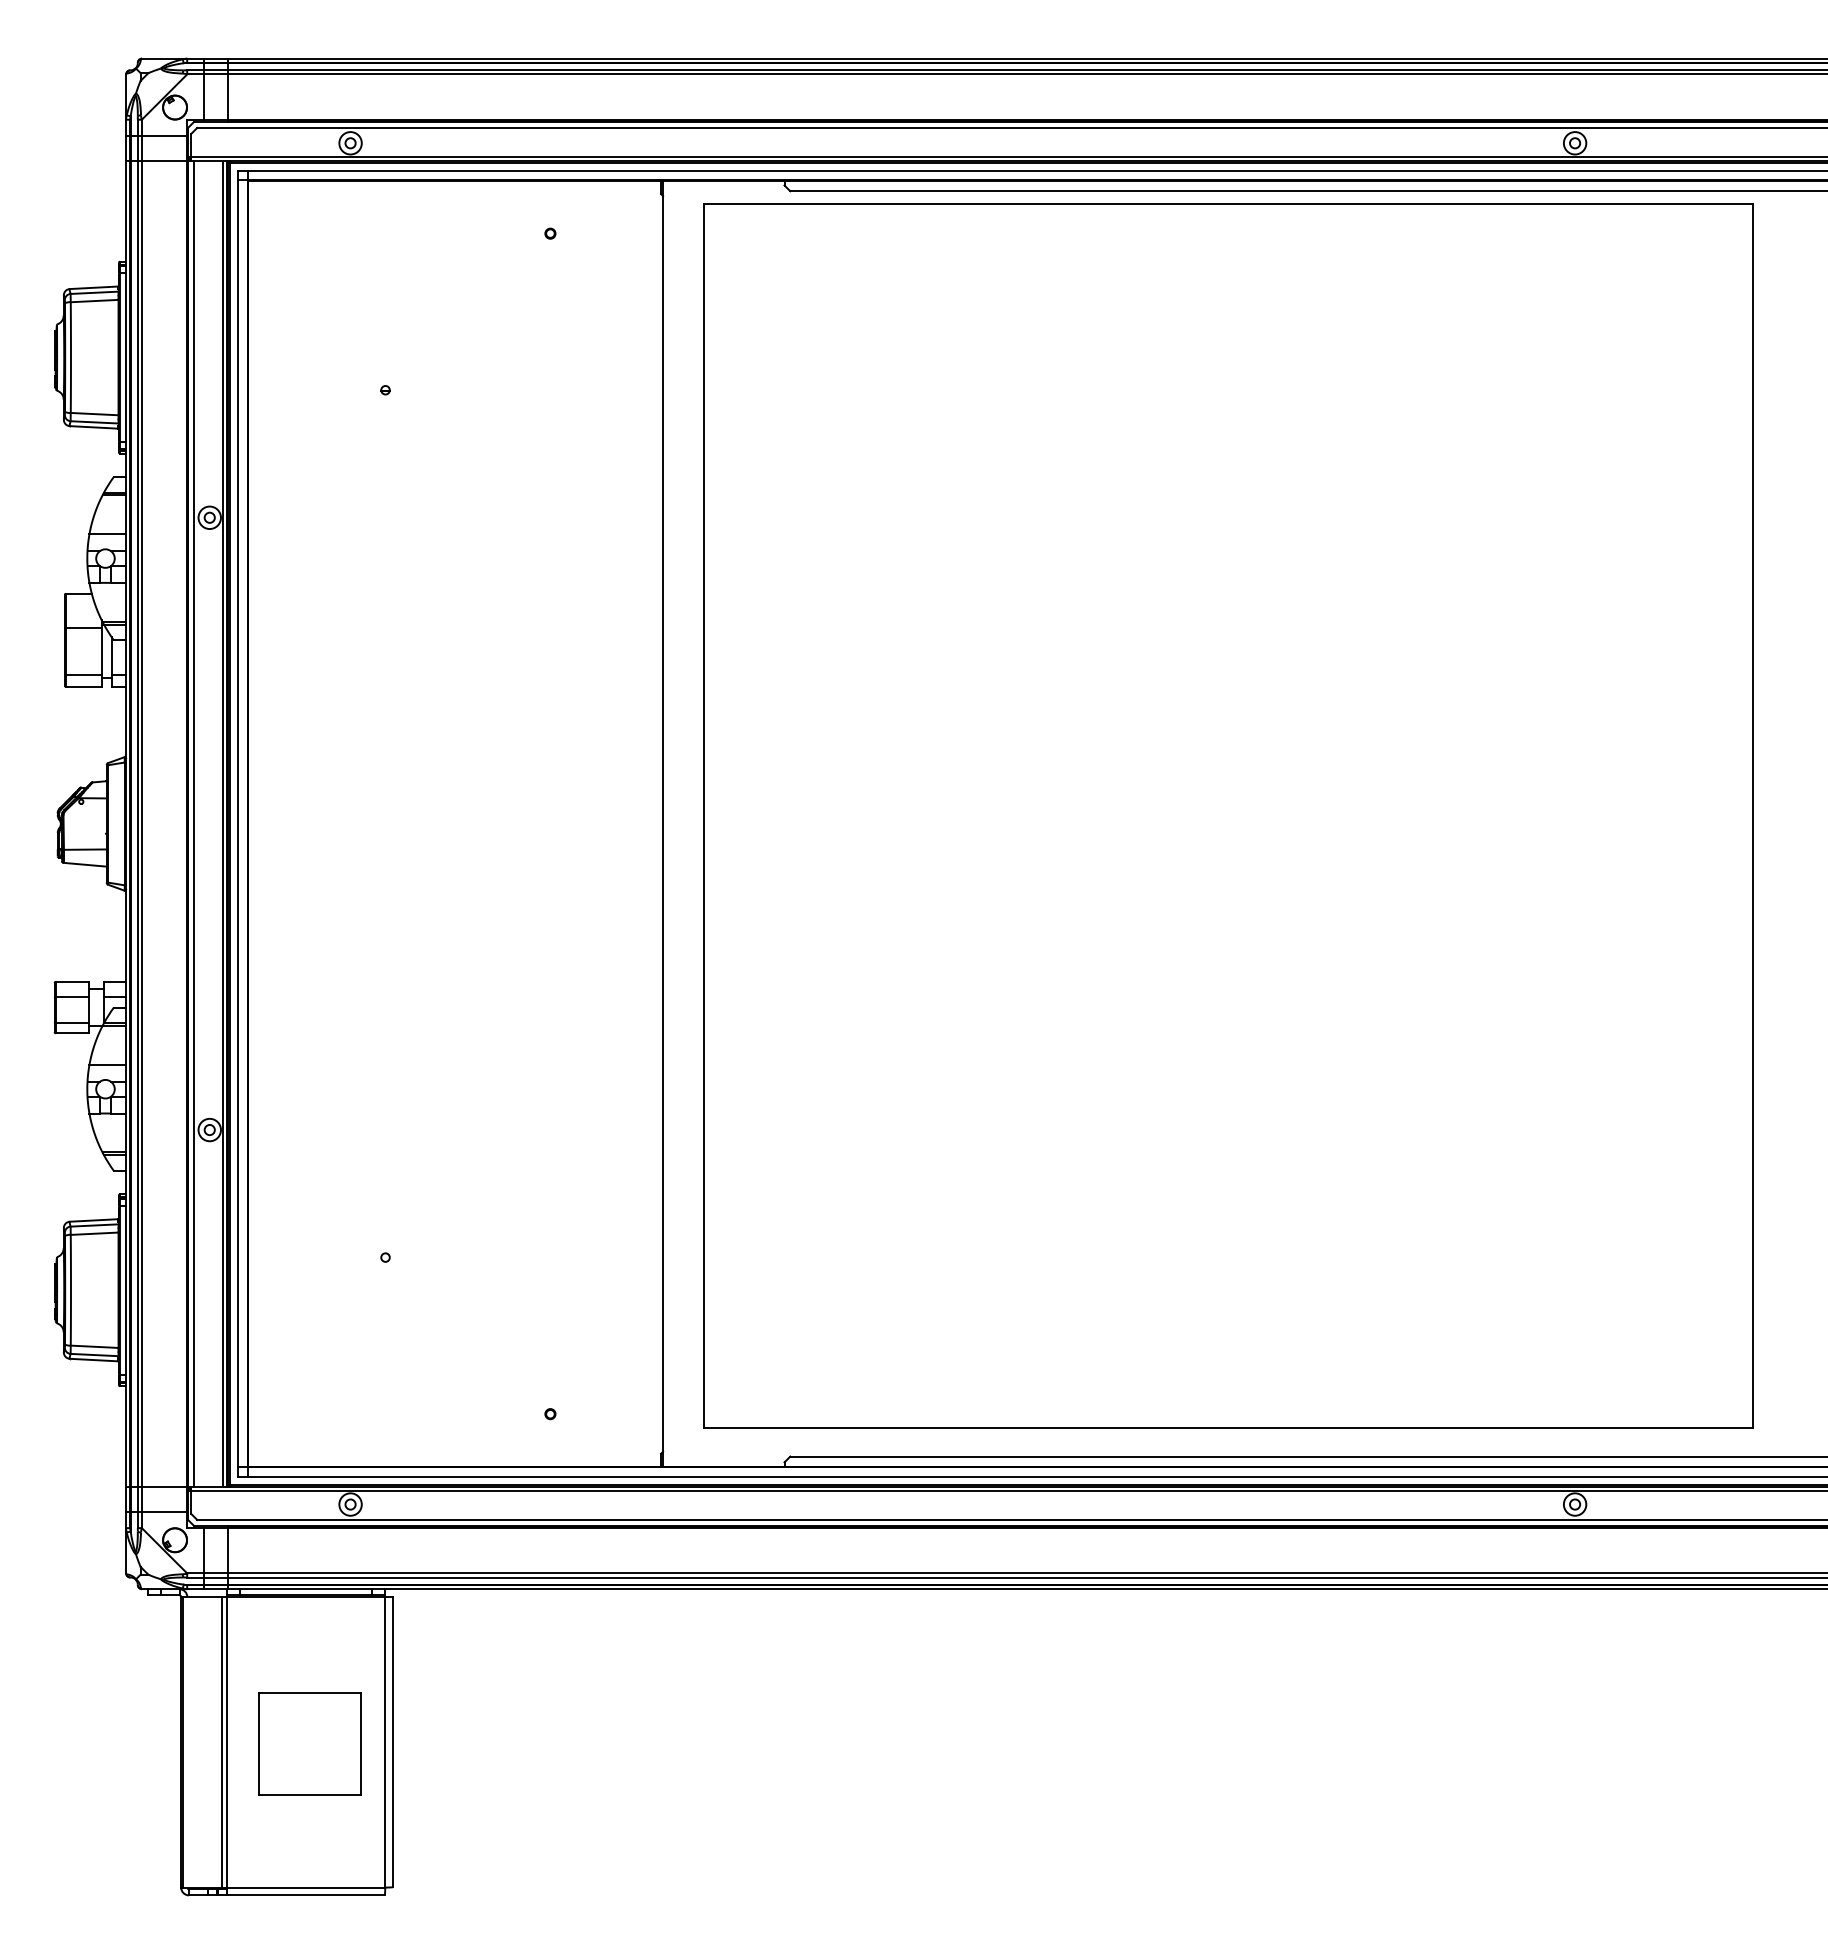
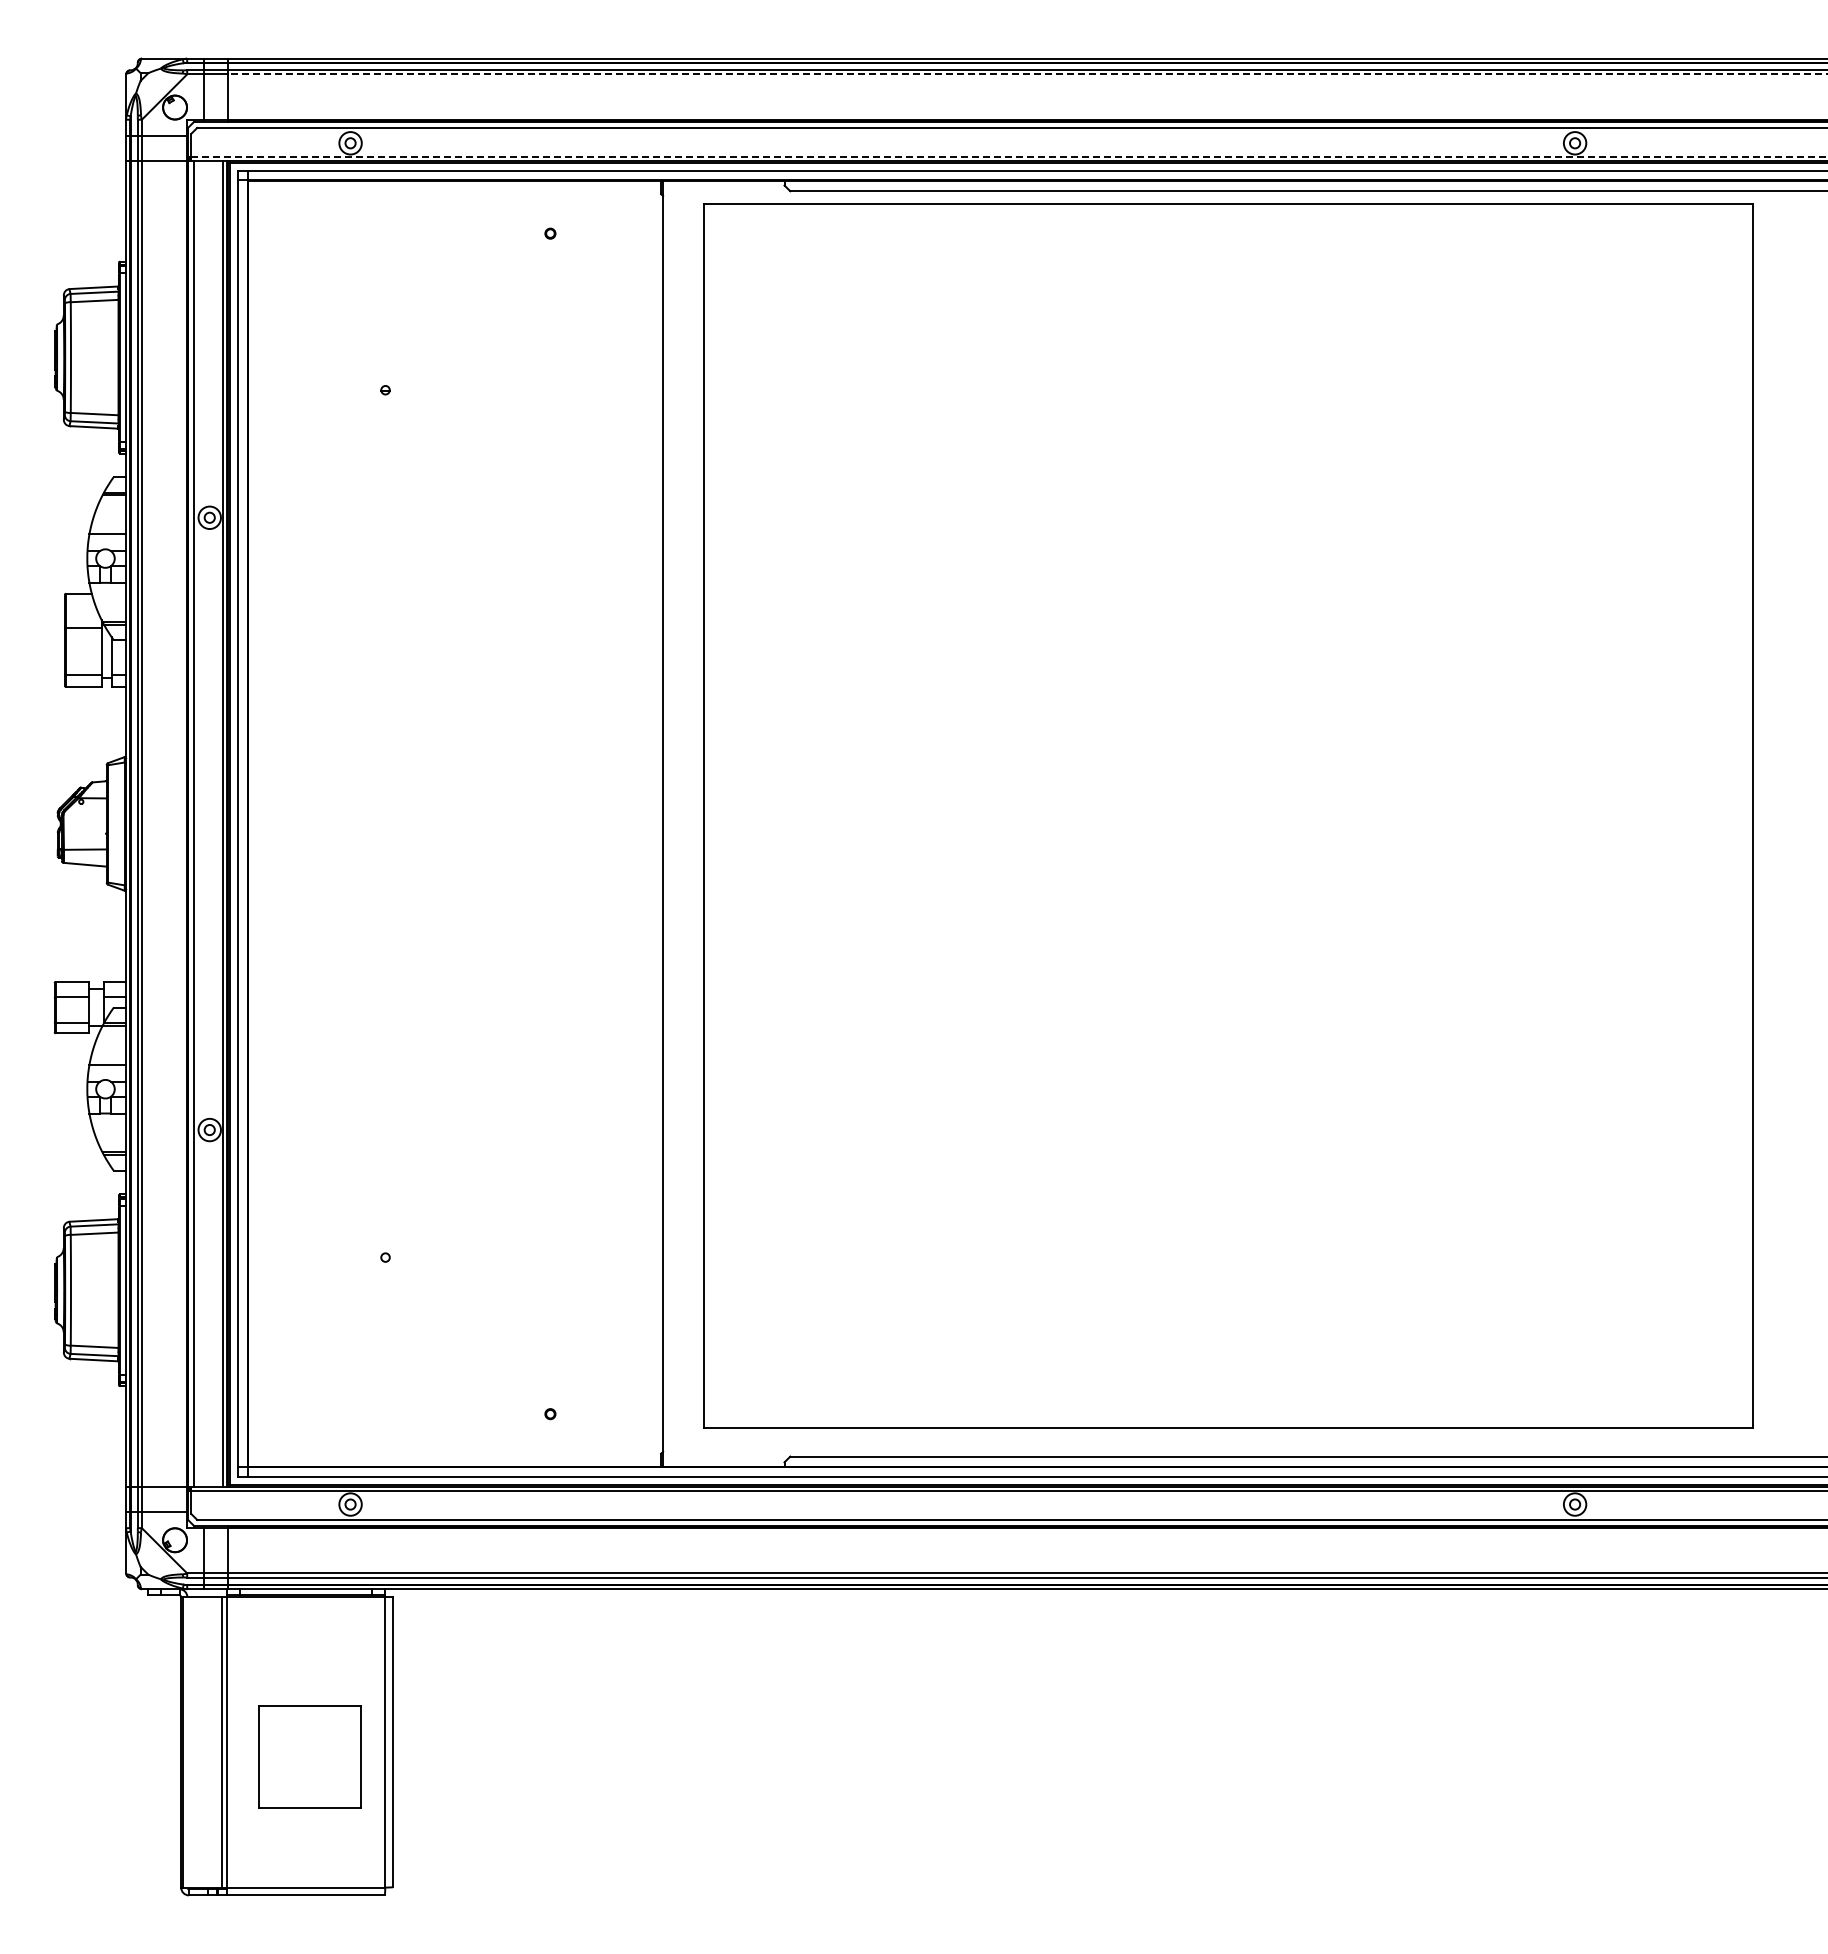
line at (1027, 74): solid -> dashed
line at (1009, 156): solid -> dashed
part at (309, 1743) position: (309, 1743) -> (309, 1756)
